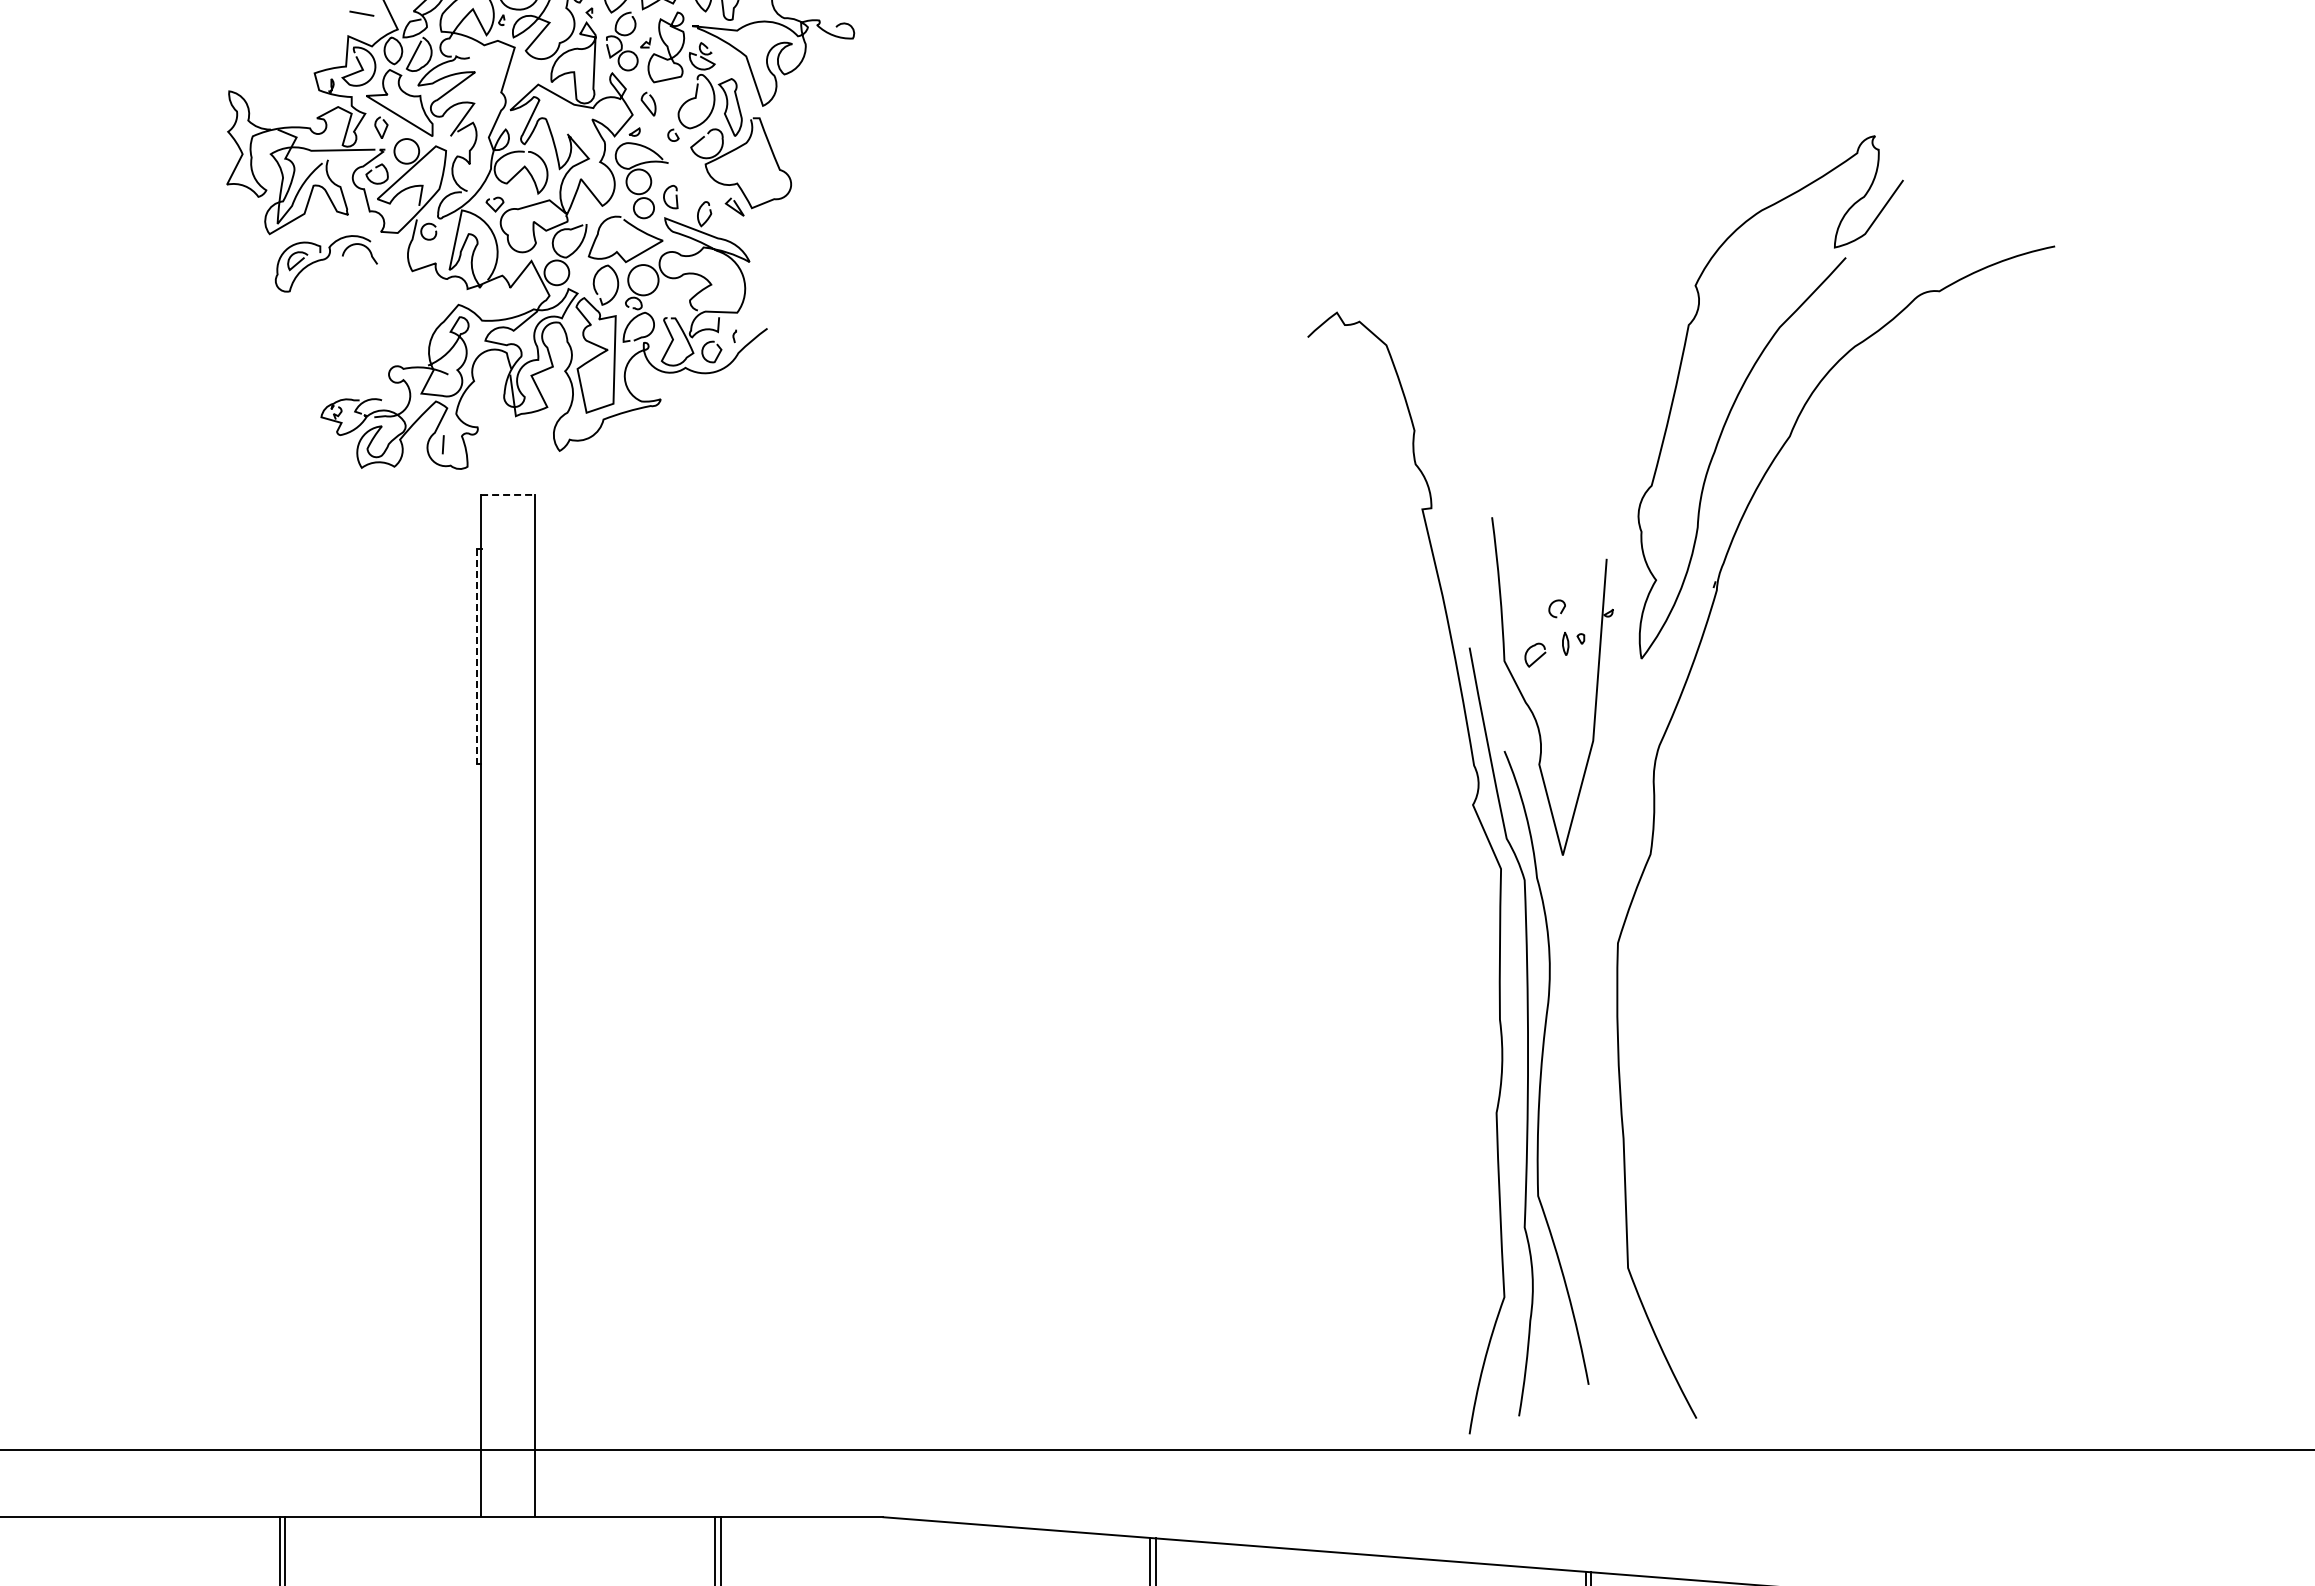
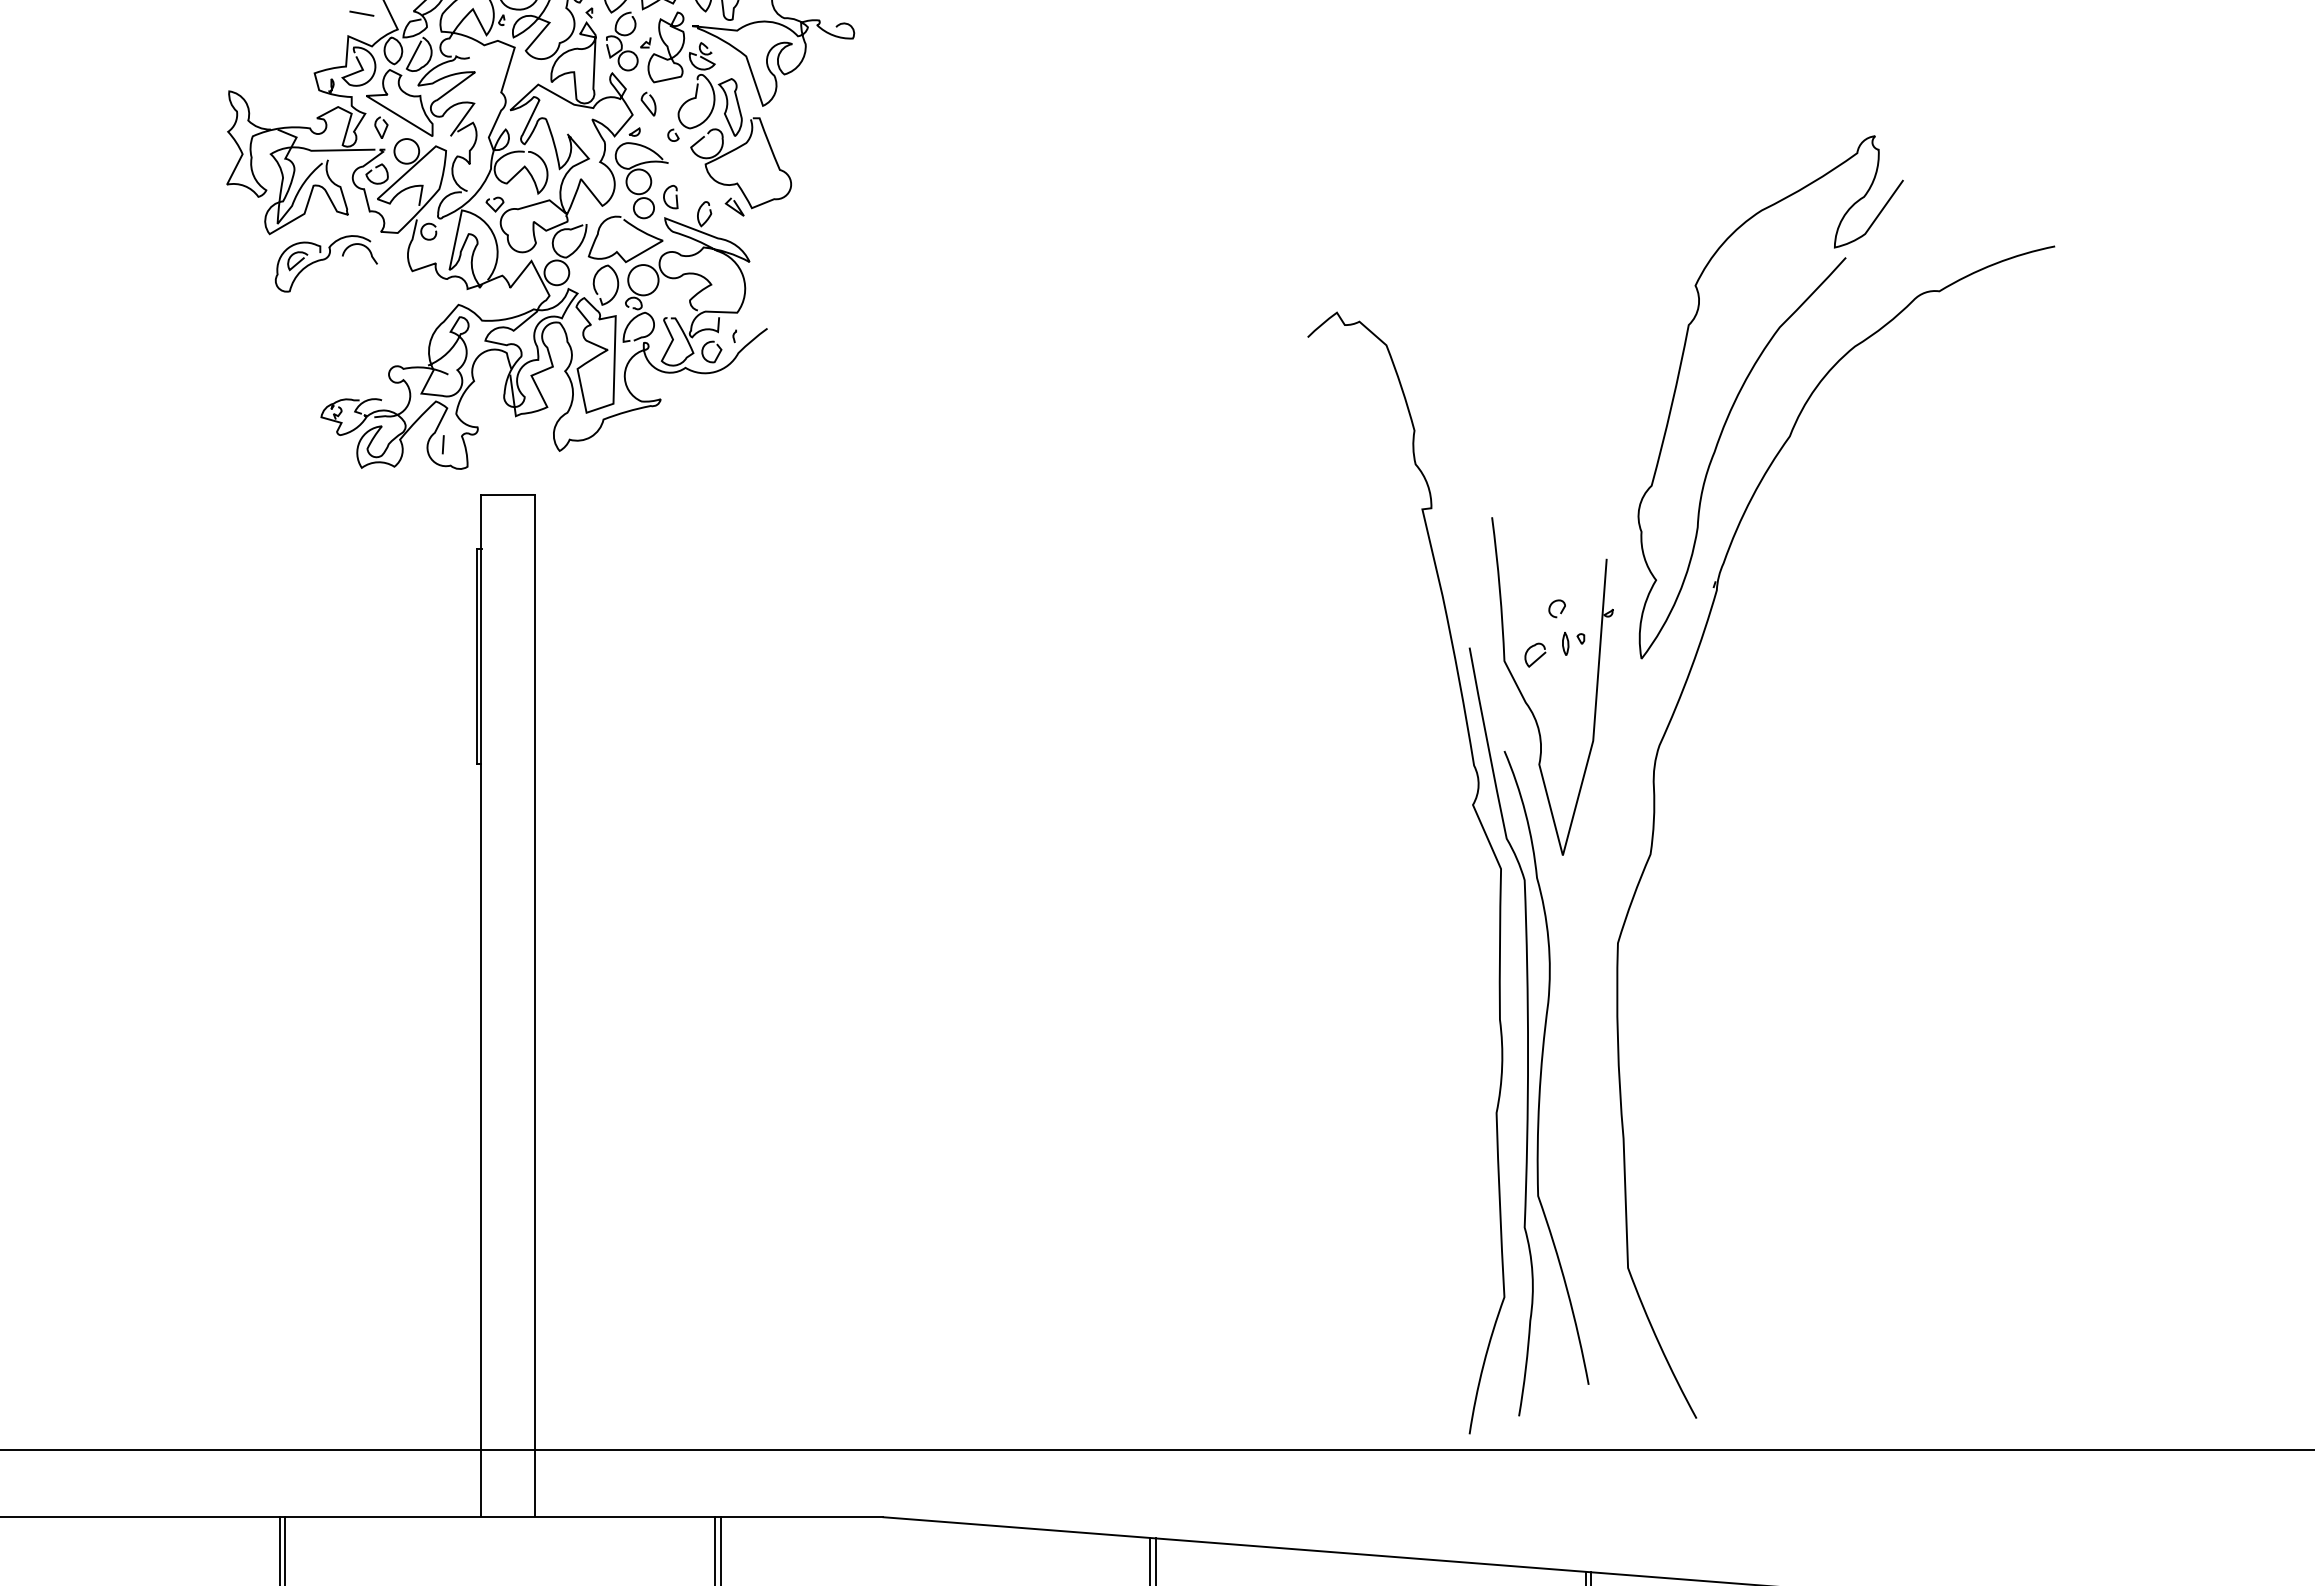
line at (507, 495): dashed -> solid
line at (476, 656): dashed -> solid
